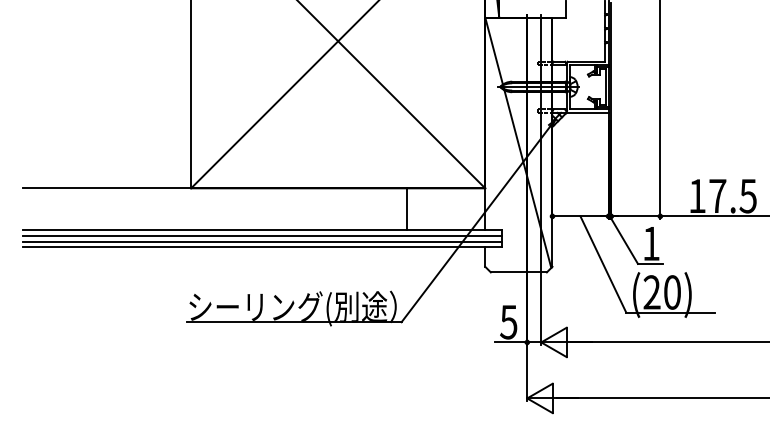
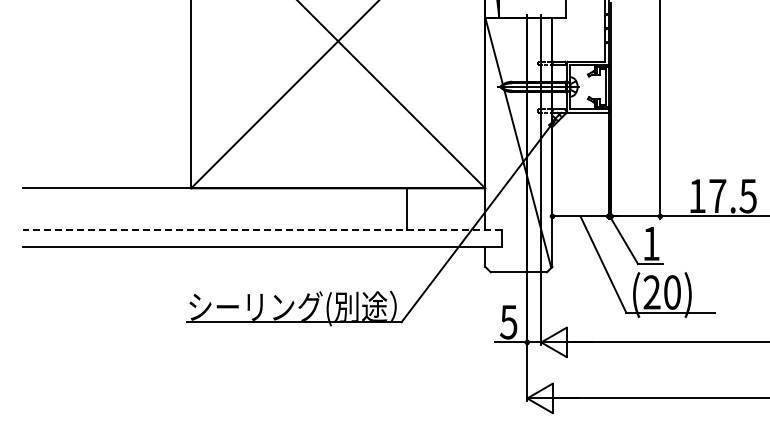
line at (262, 230): solid -> dashed
line at (262, 235): present -> none
line at (262, 241): present -> none
